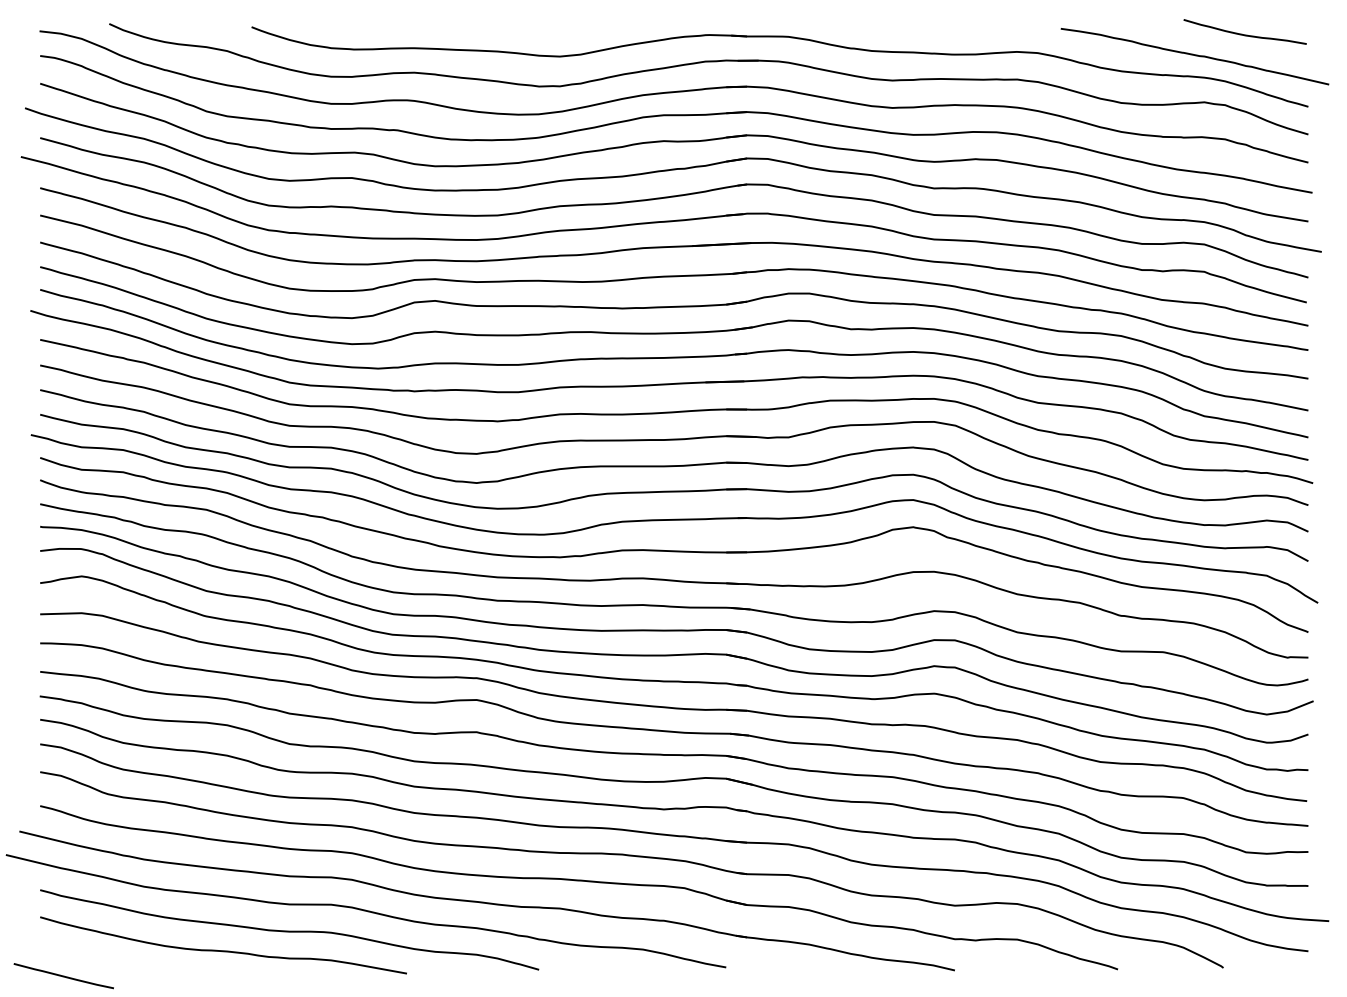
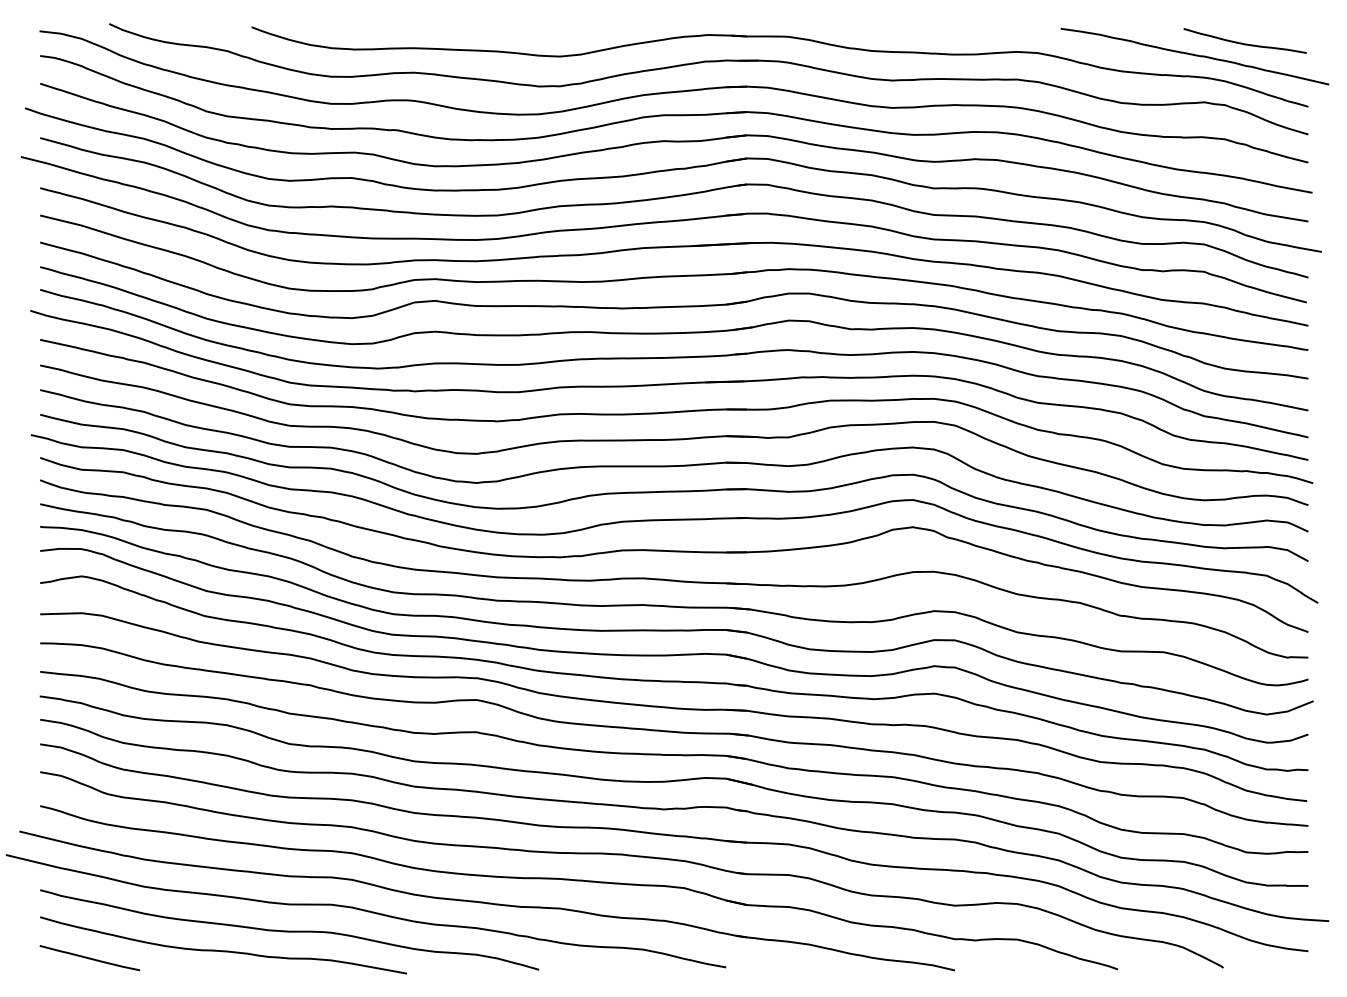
curve at (1242, 33) position: (1242, 33) -> (1242, 42)
line at (63, 976) position: (63, 976) -> (89, 958)
